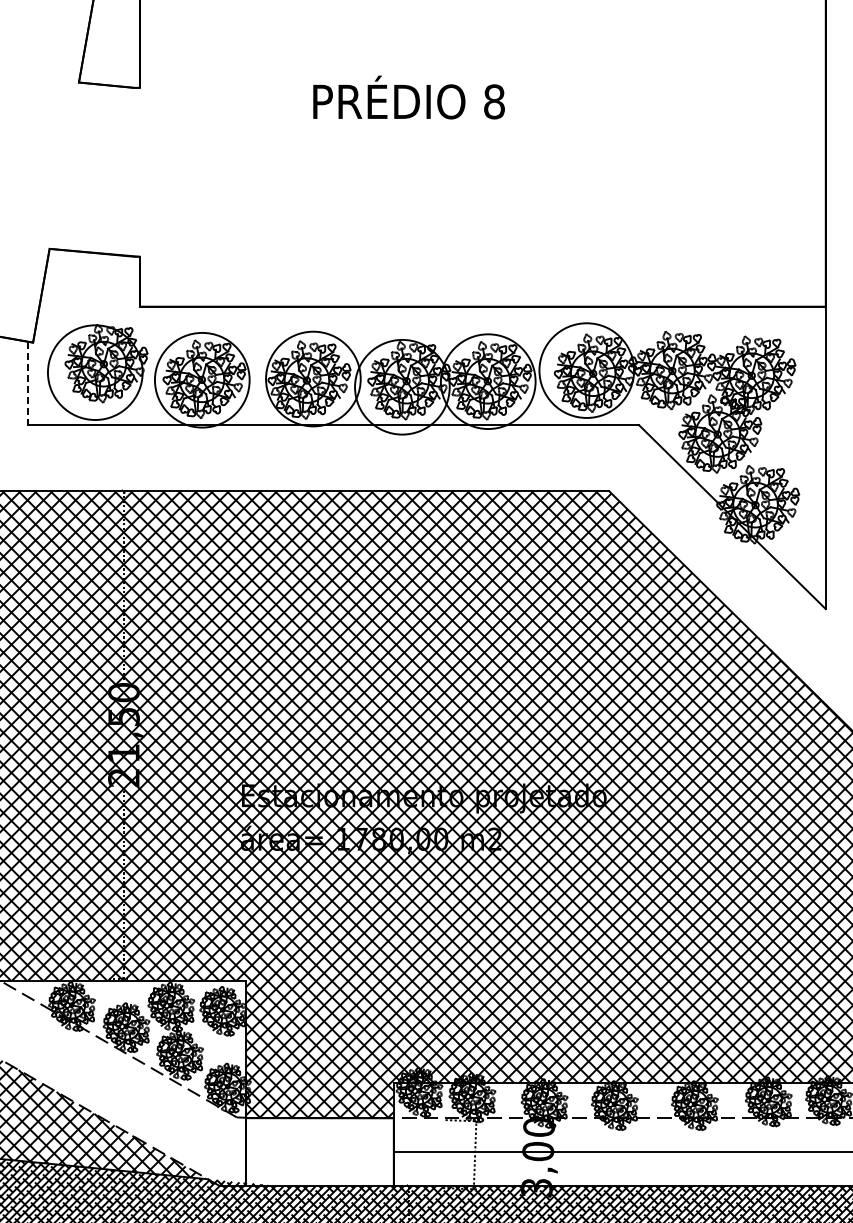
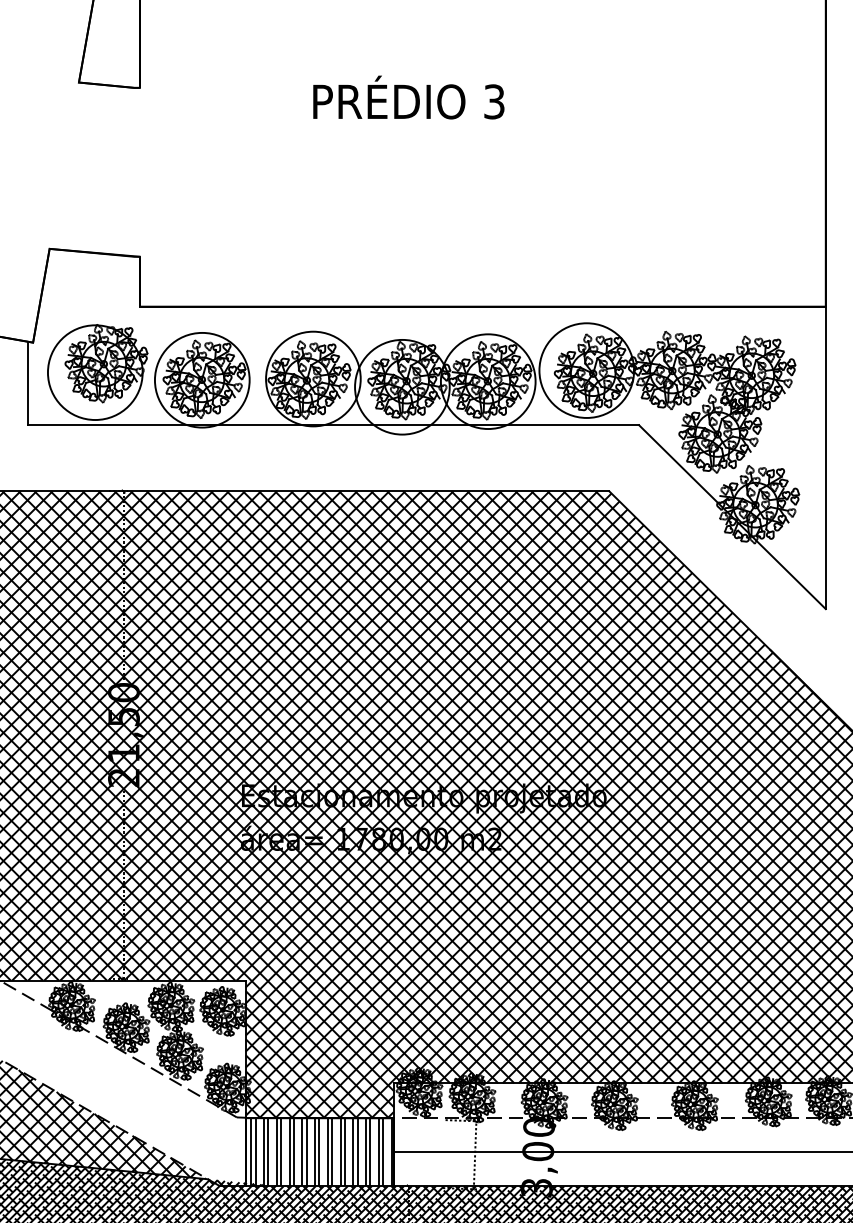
text at (494, 101): 8 -> 3
line at (28, 383): dashed -> solid
hatch at (321, 1152): none -> present
